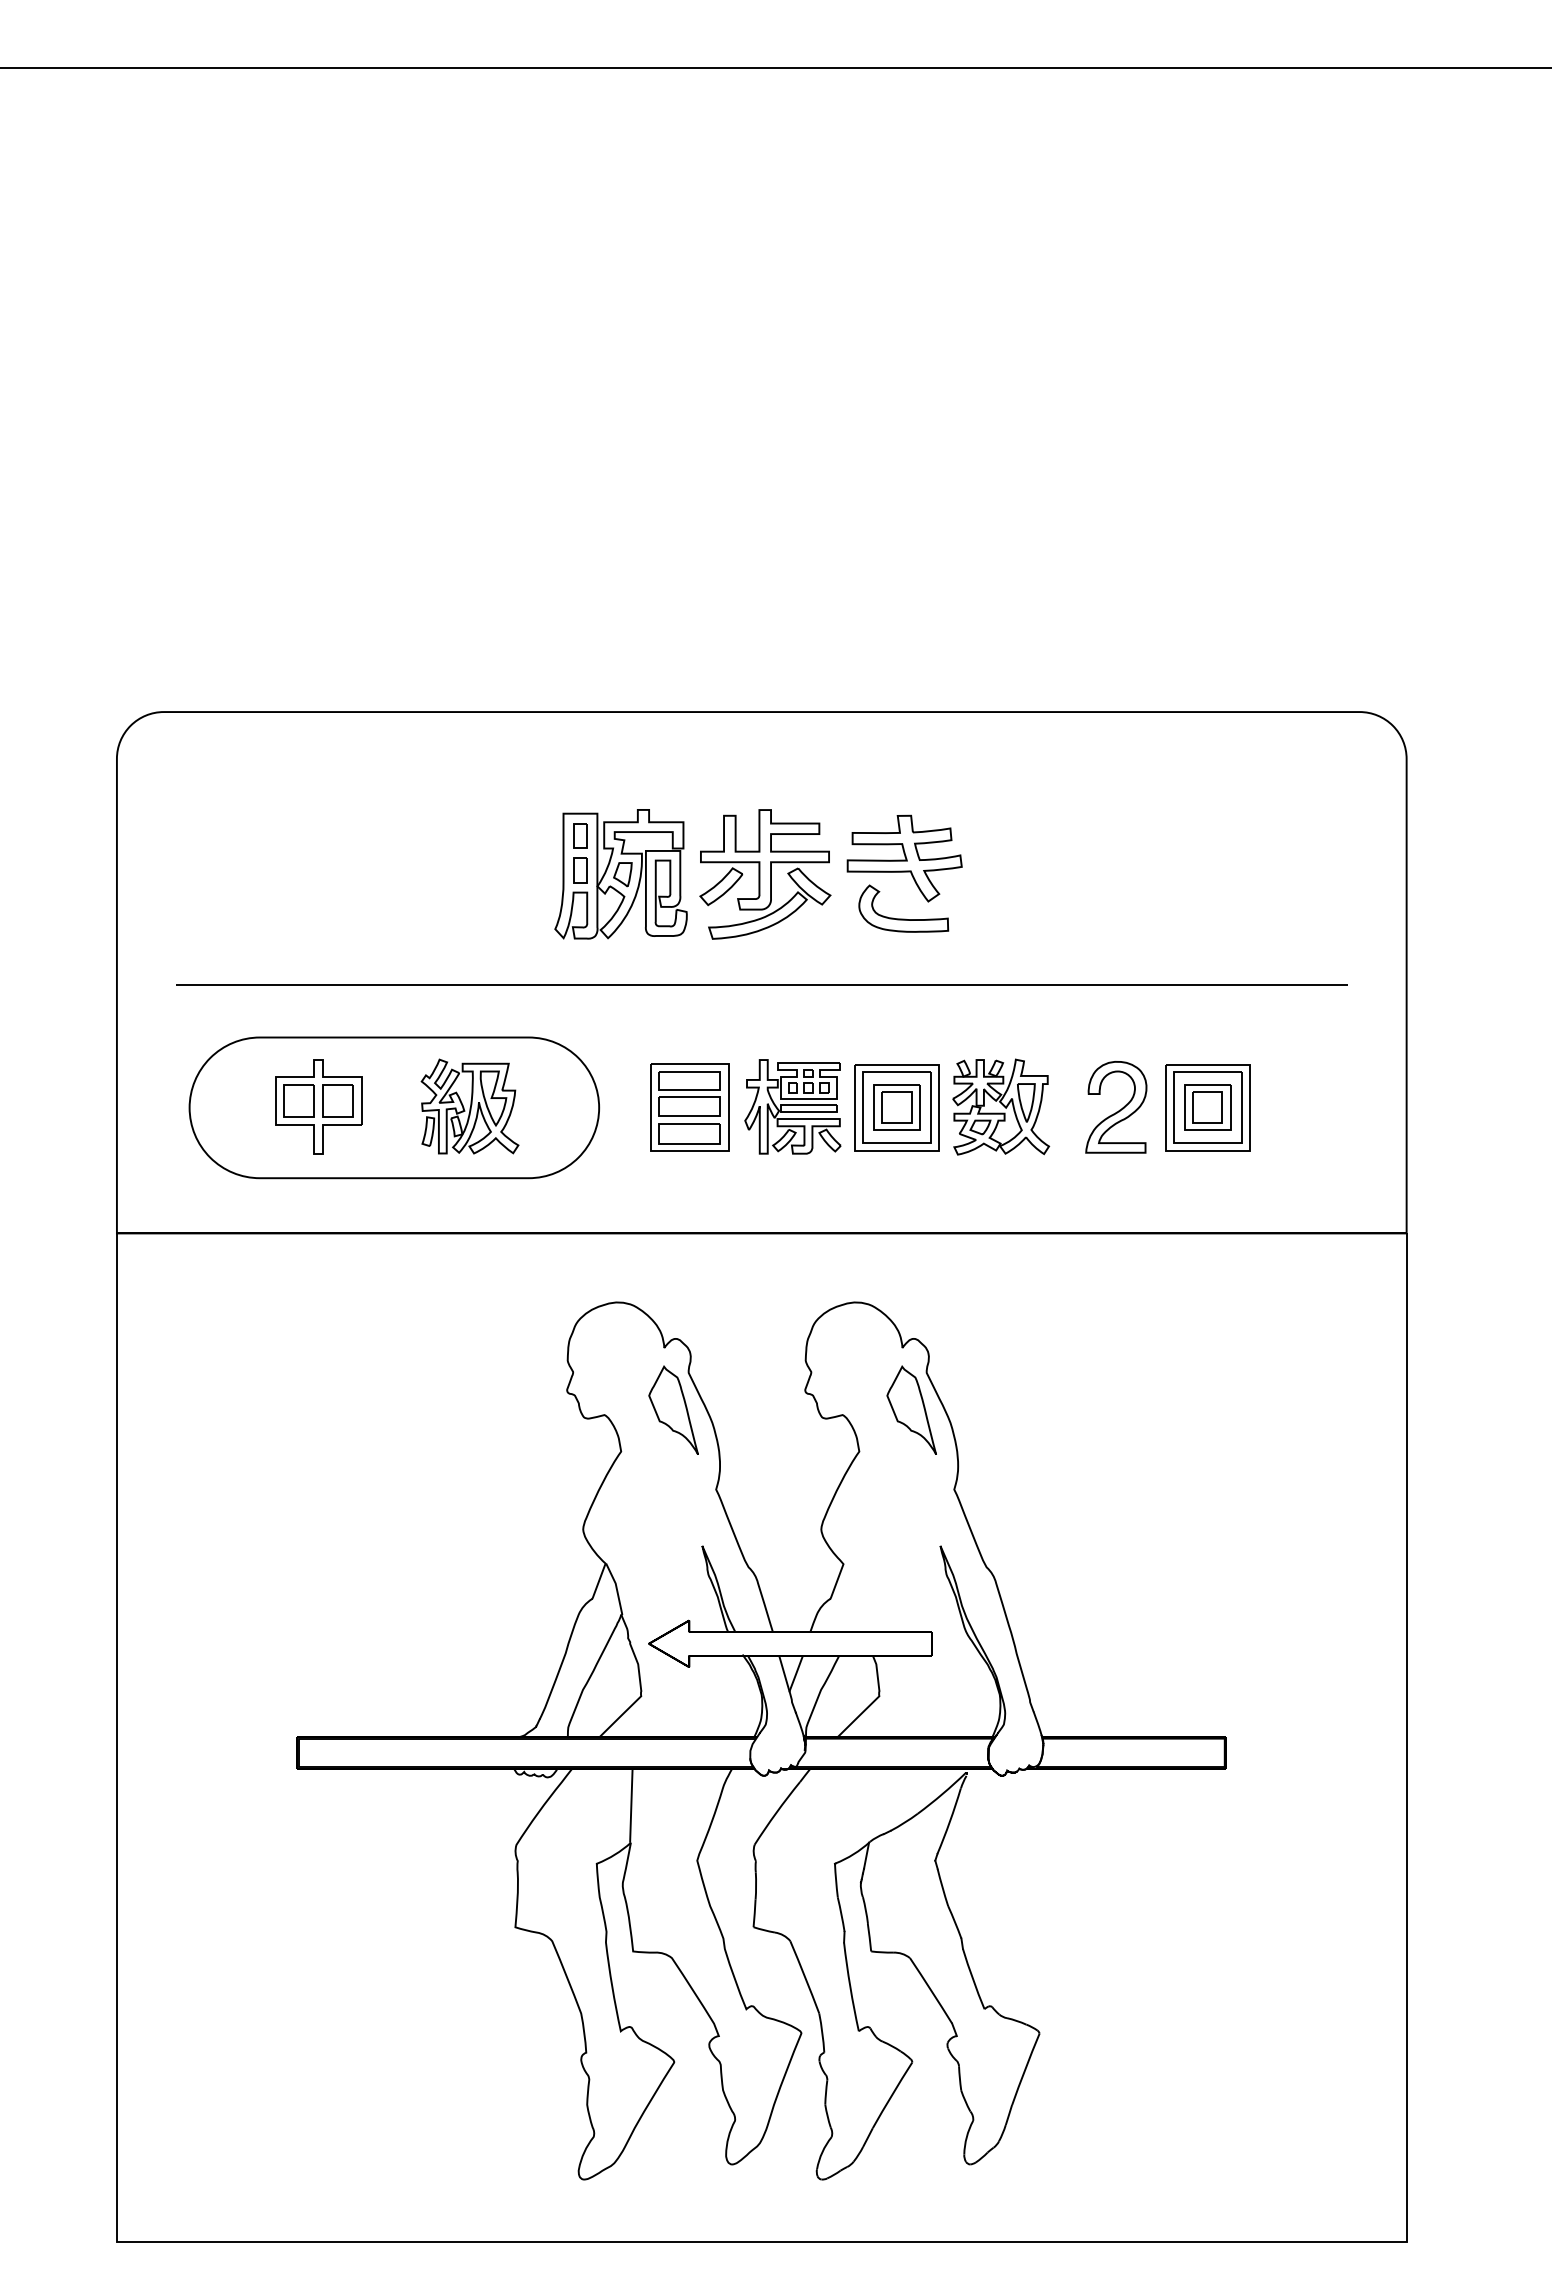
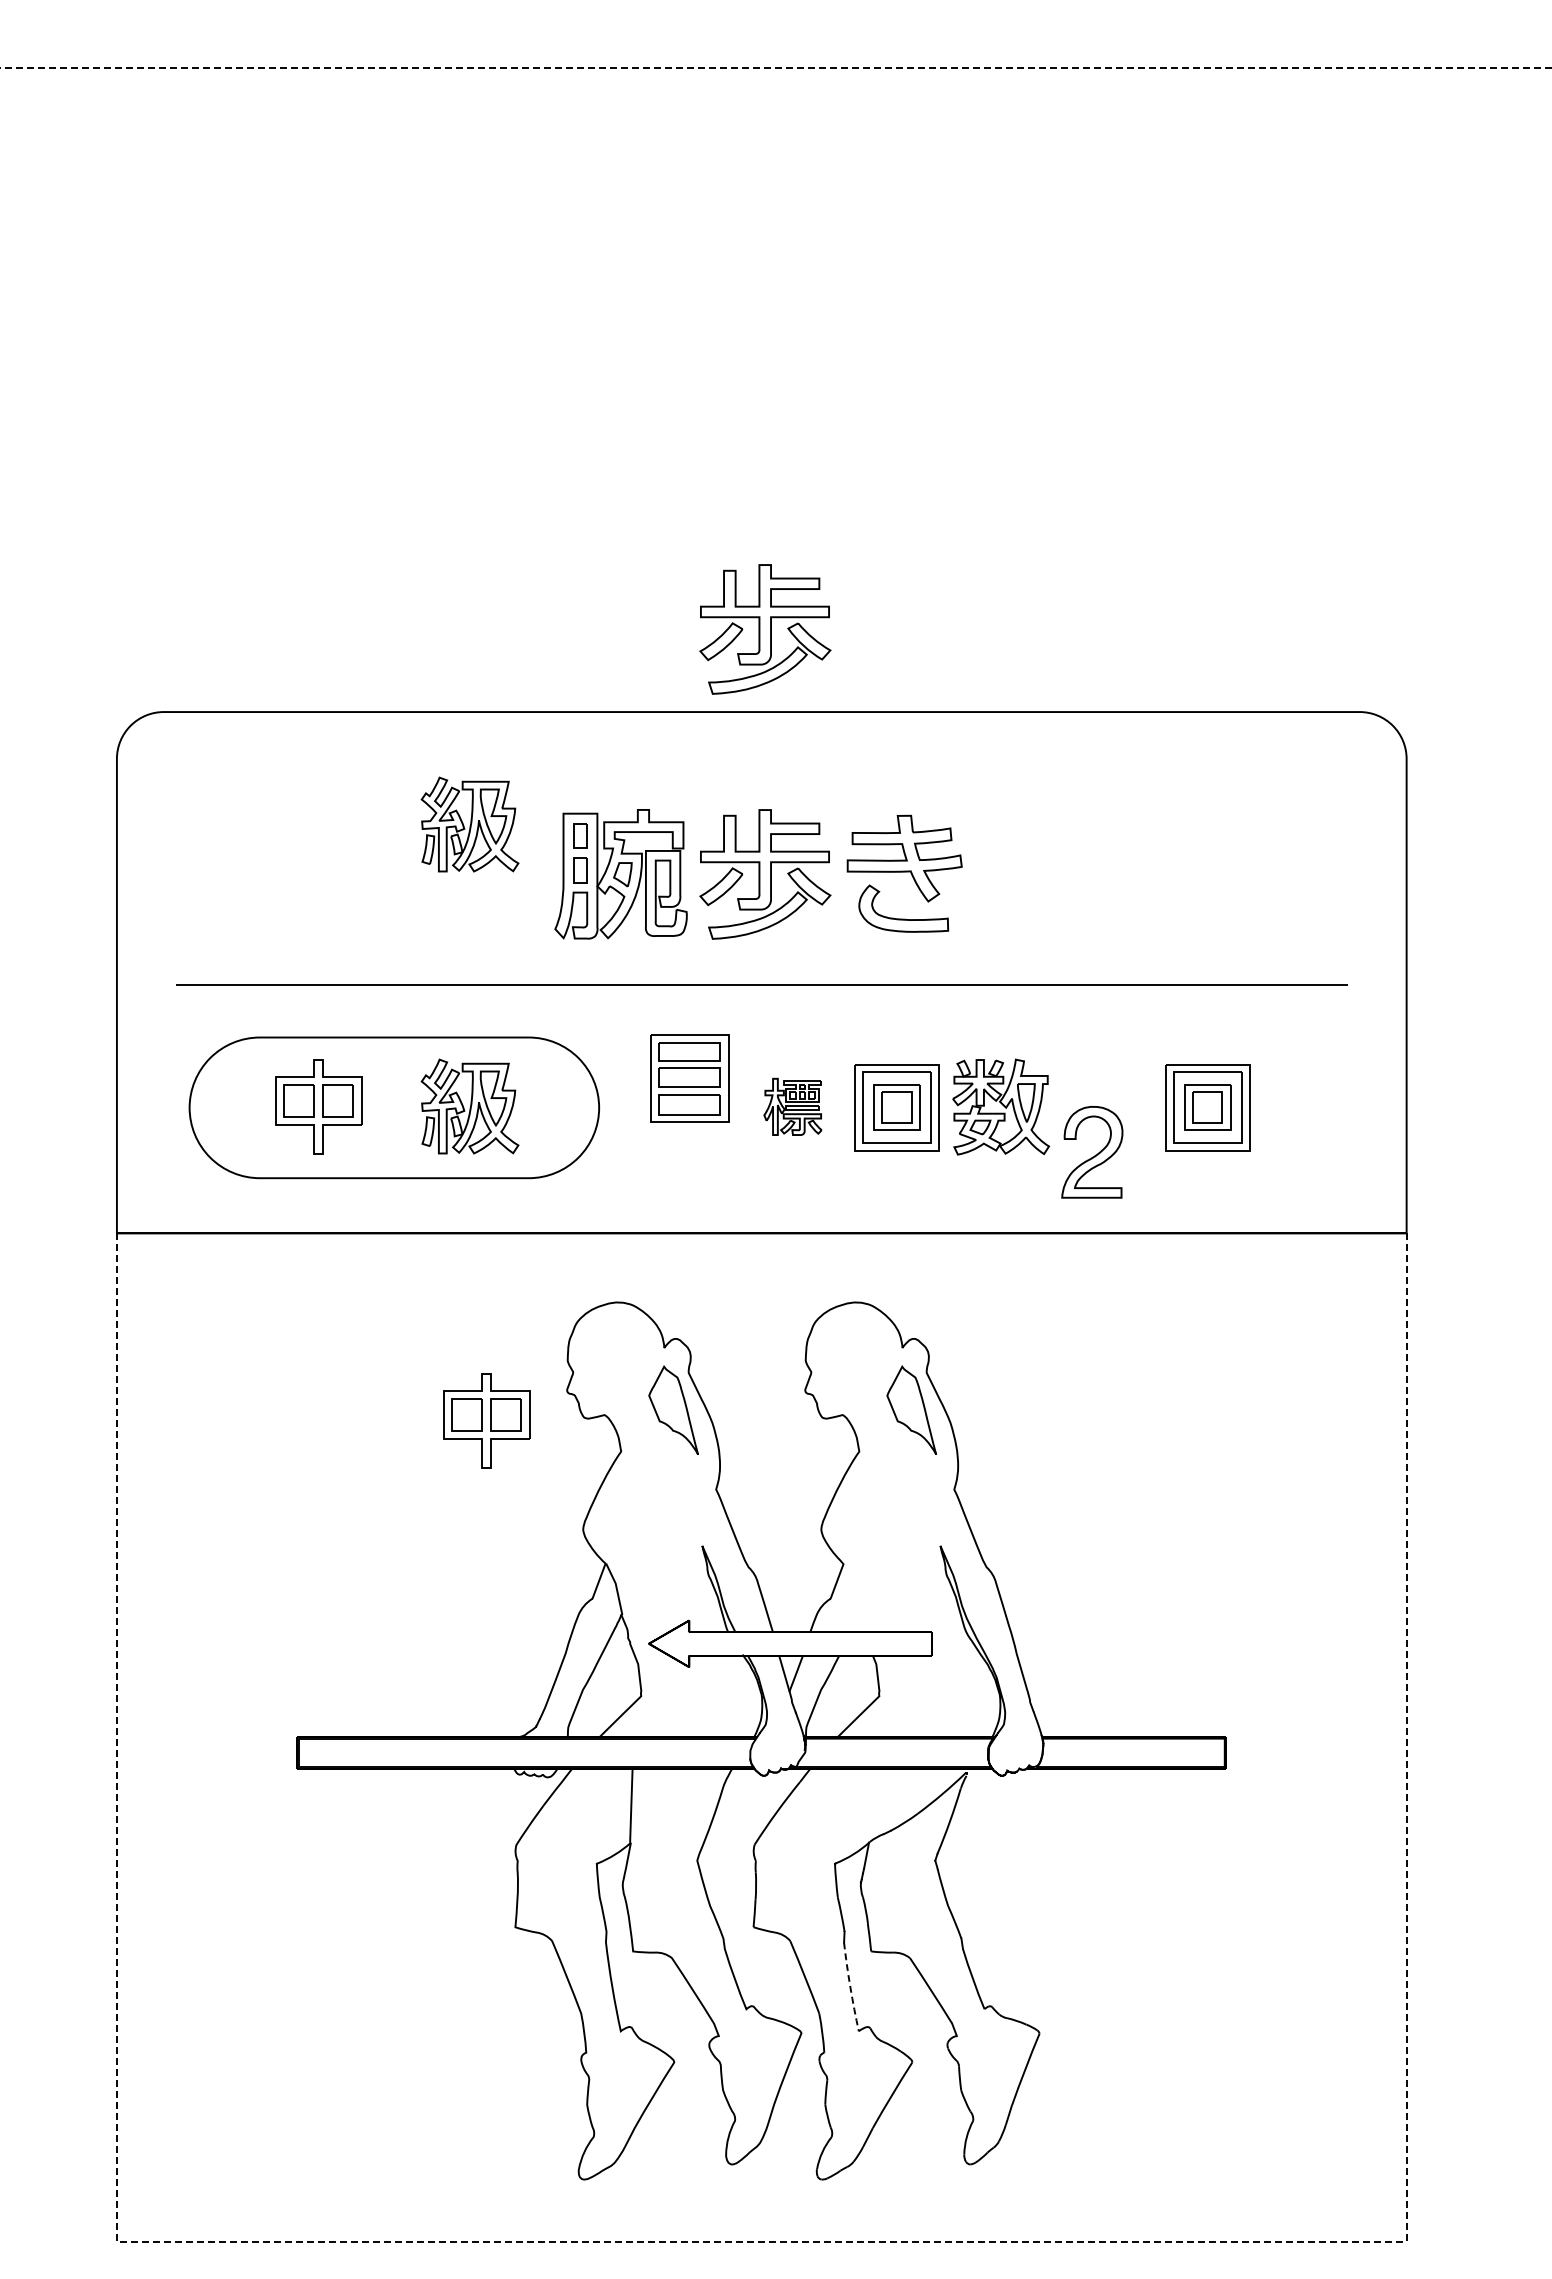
line at (775, 68): solid -> dashed
part at (765, 629): none -> present
part at (469, 824): none -> present
part at (792, 1106) size: 98x96 px -> 60x59 px
part at (689, 1107) position: (689, 1107) -> (689, 1078)
part at (1116, 1107) position: (1116, 1107) -> (1092, 1152)
part at (486, 1420): none -> present
arc at (850, 1987): solid -> dashed
line at (761, 2241): solid -> dashed
